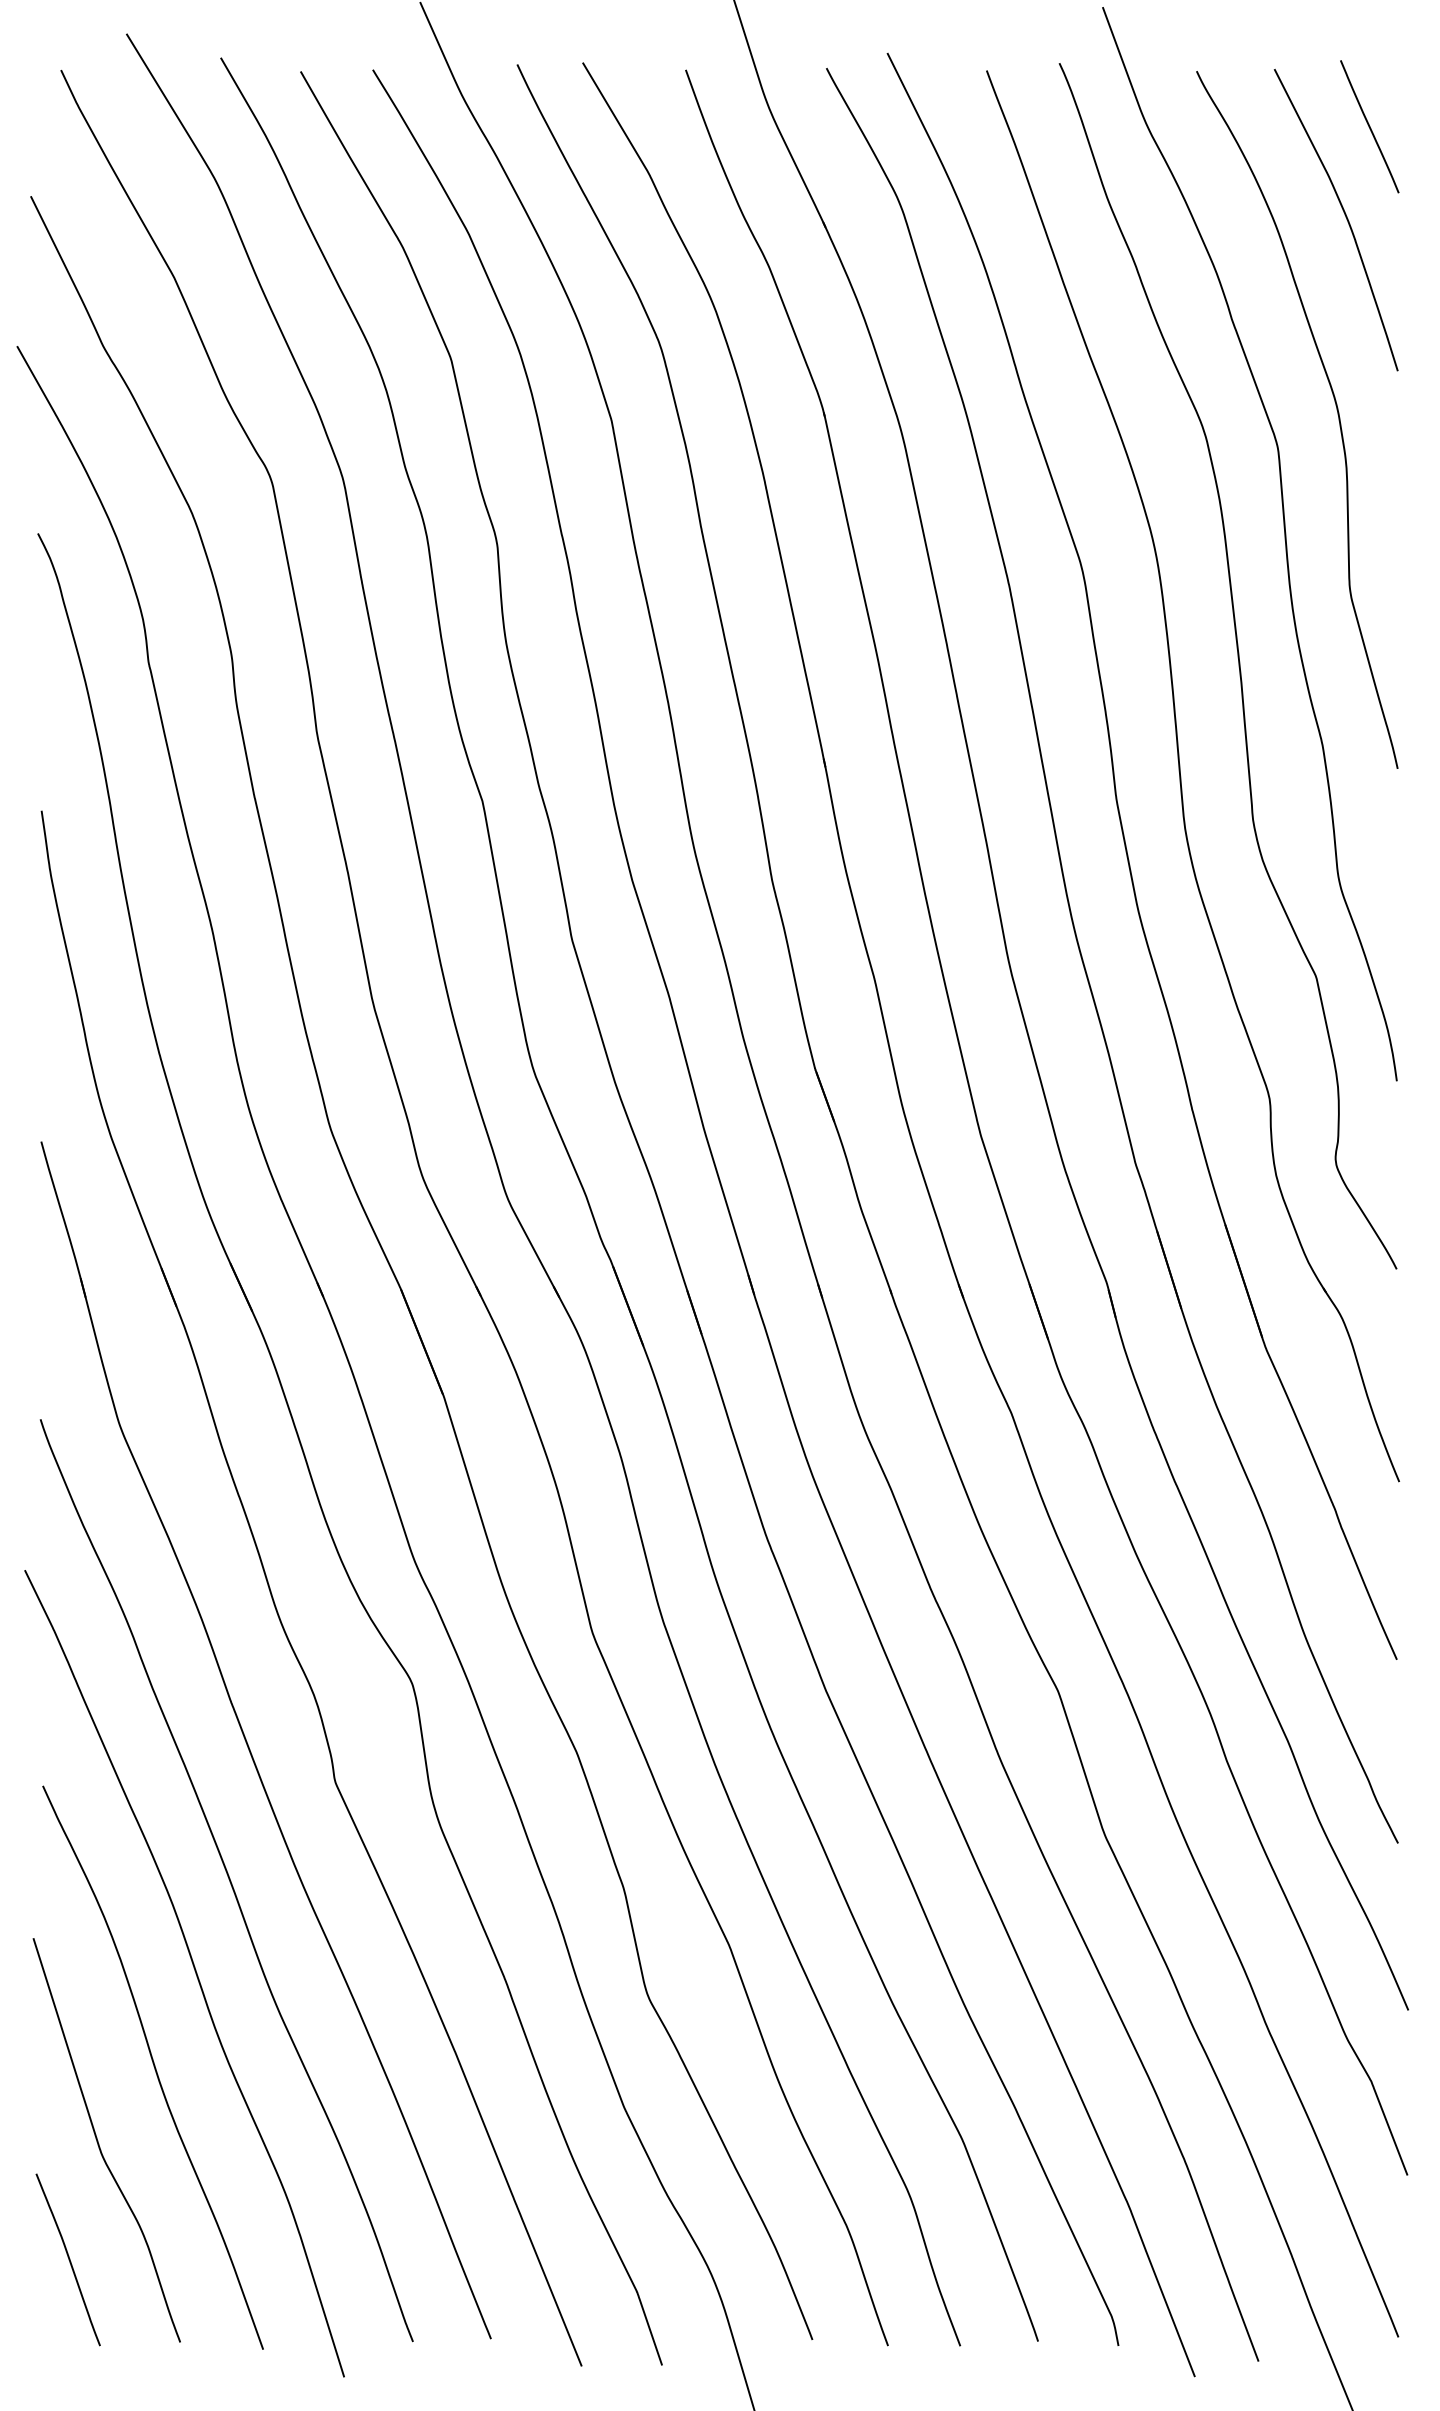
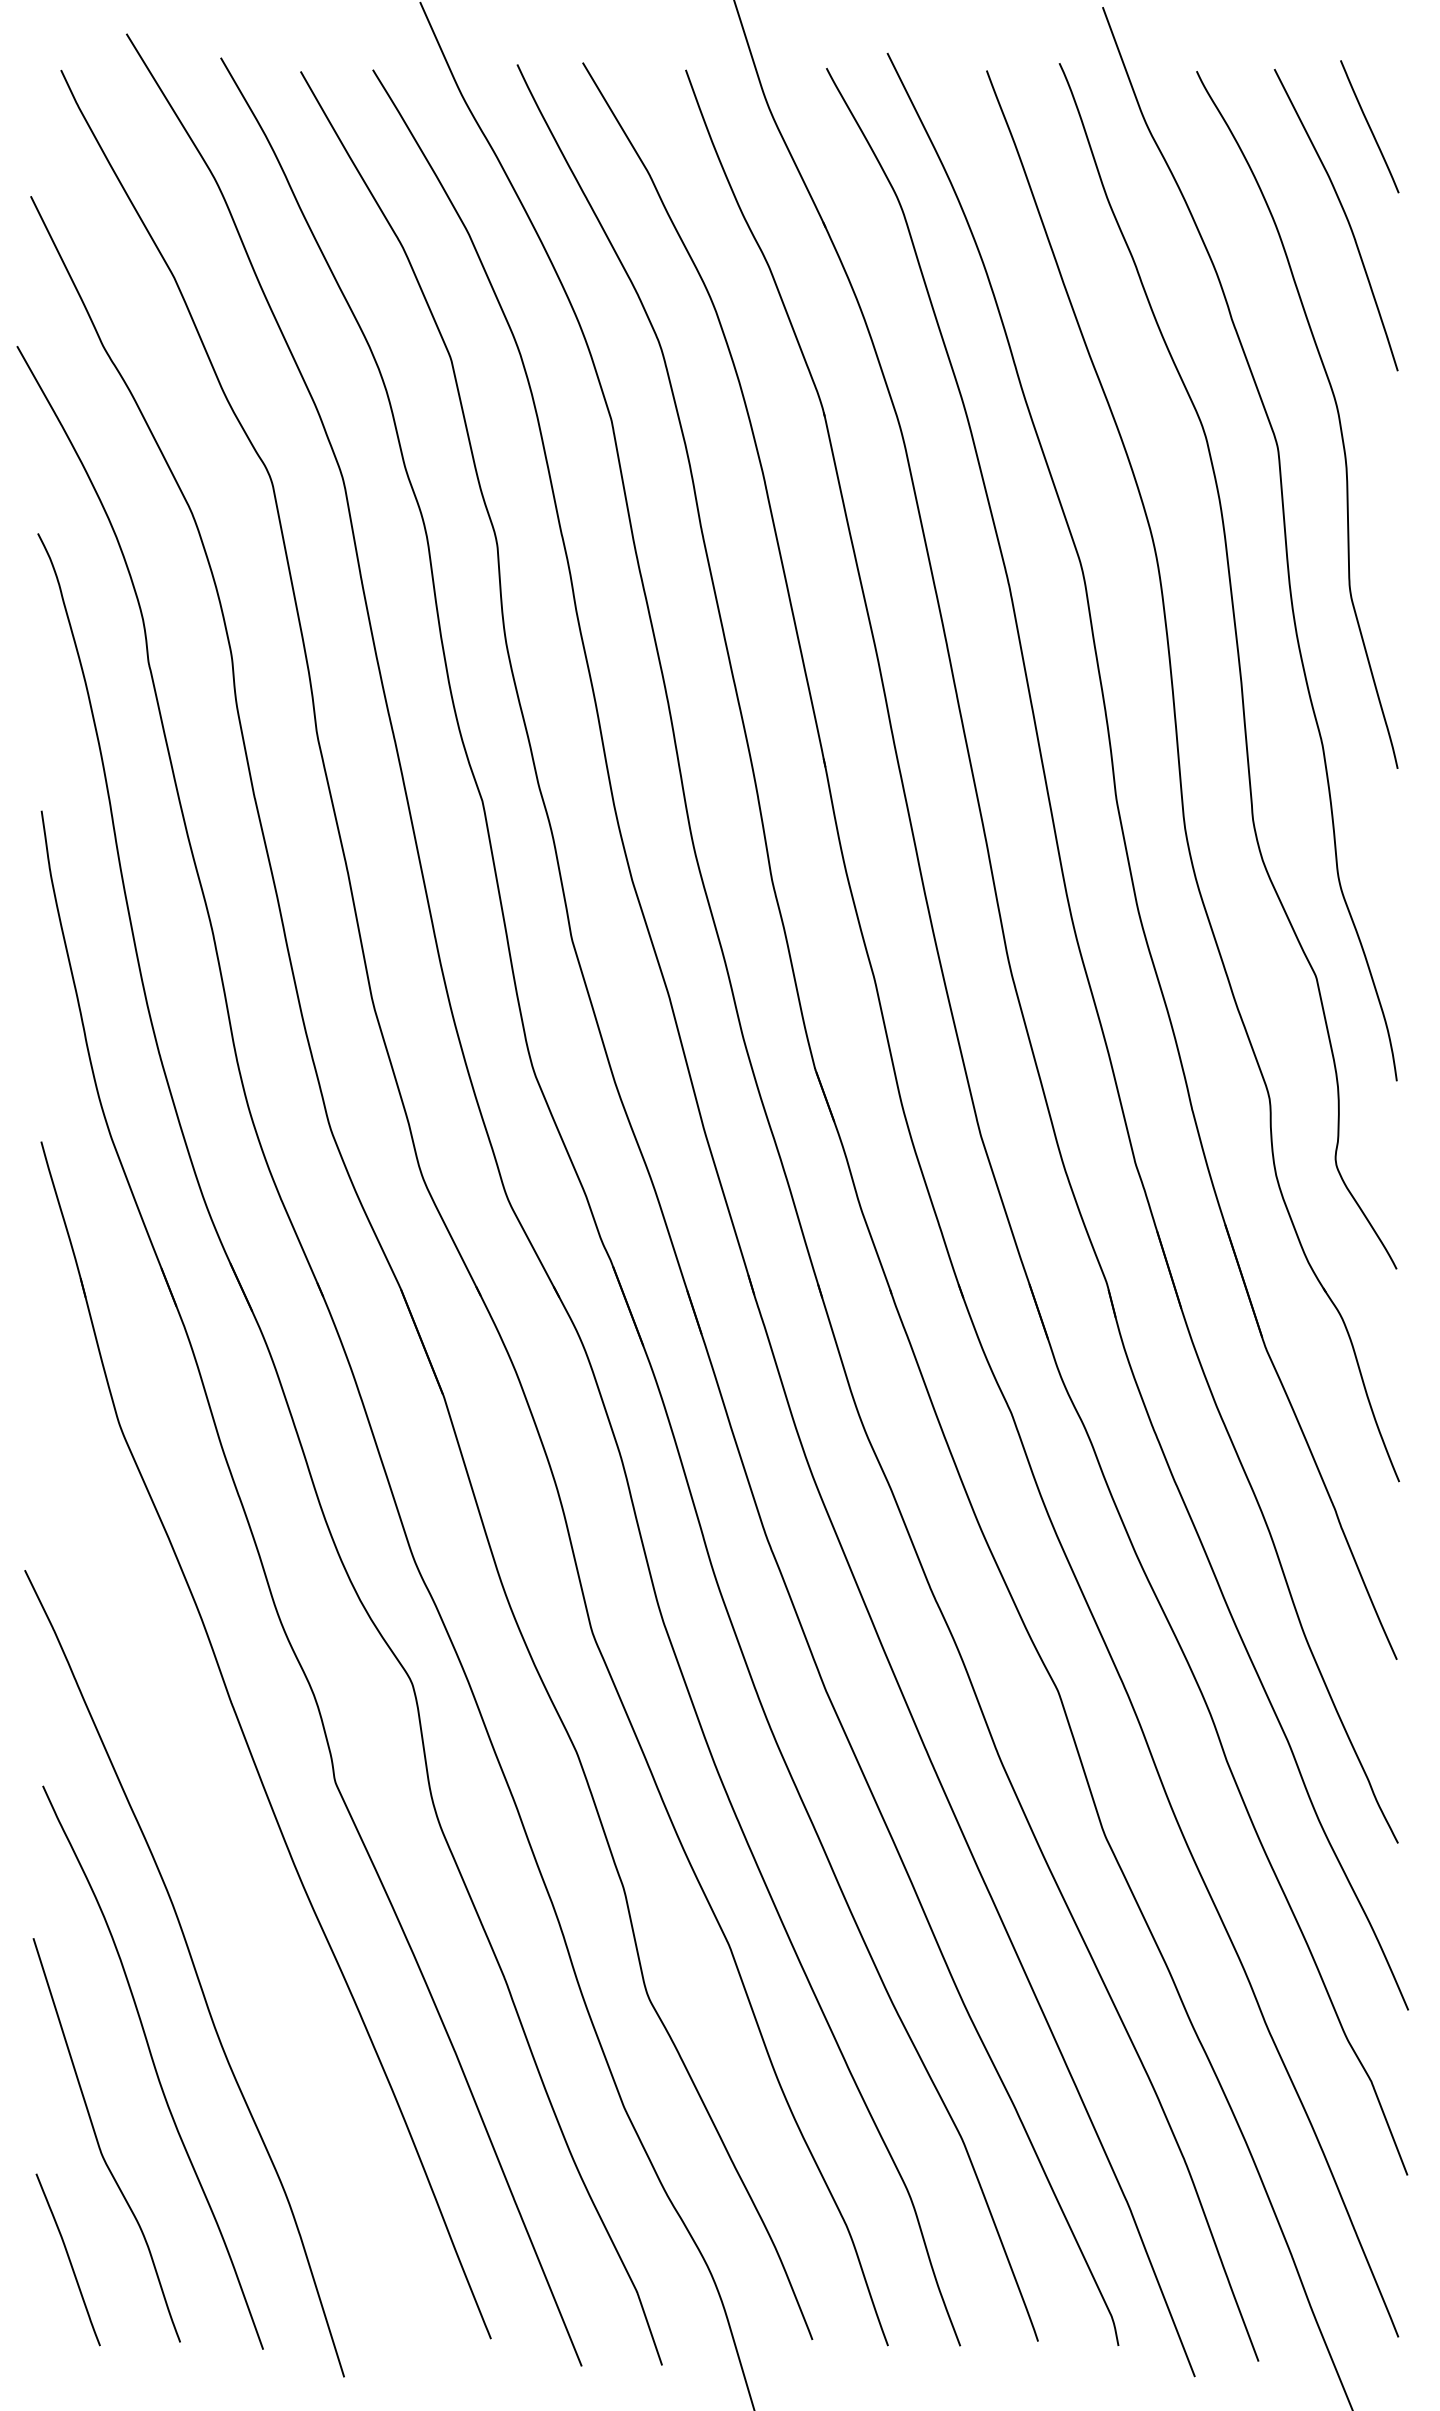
curve at (228, 1879): present -> none
